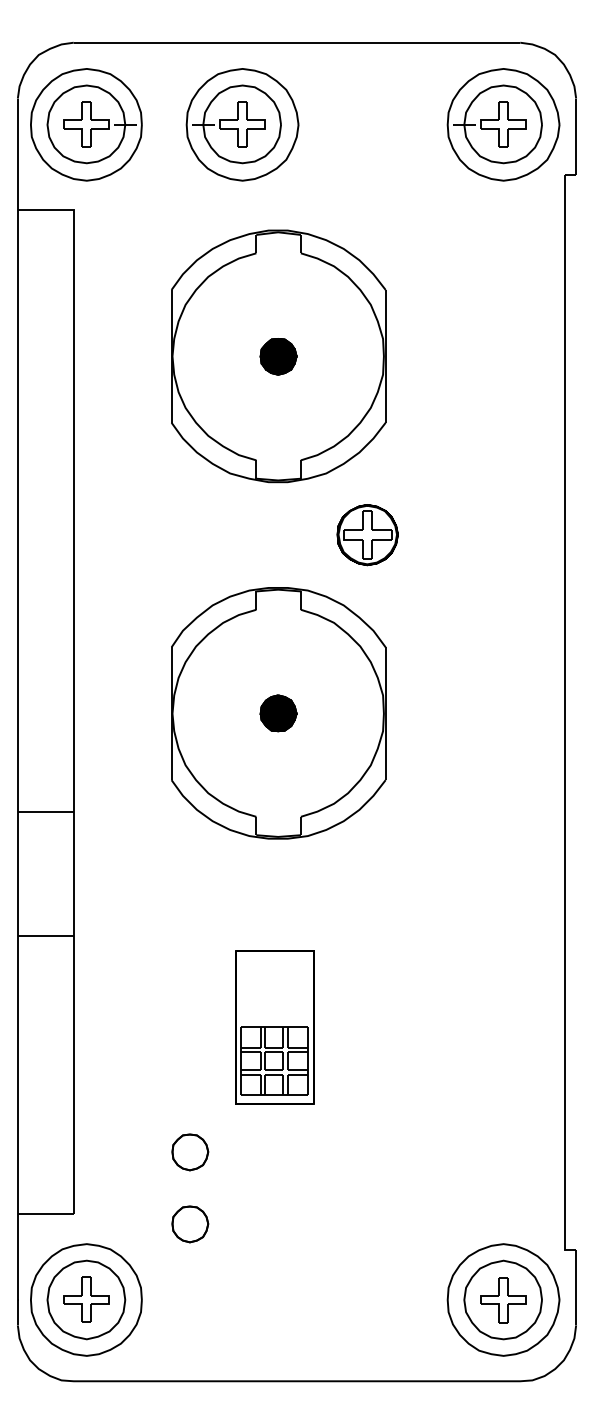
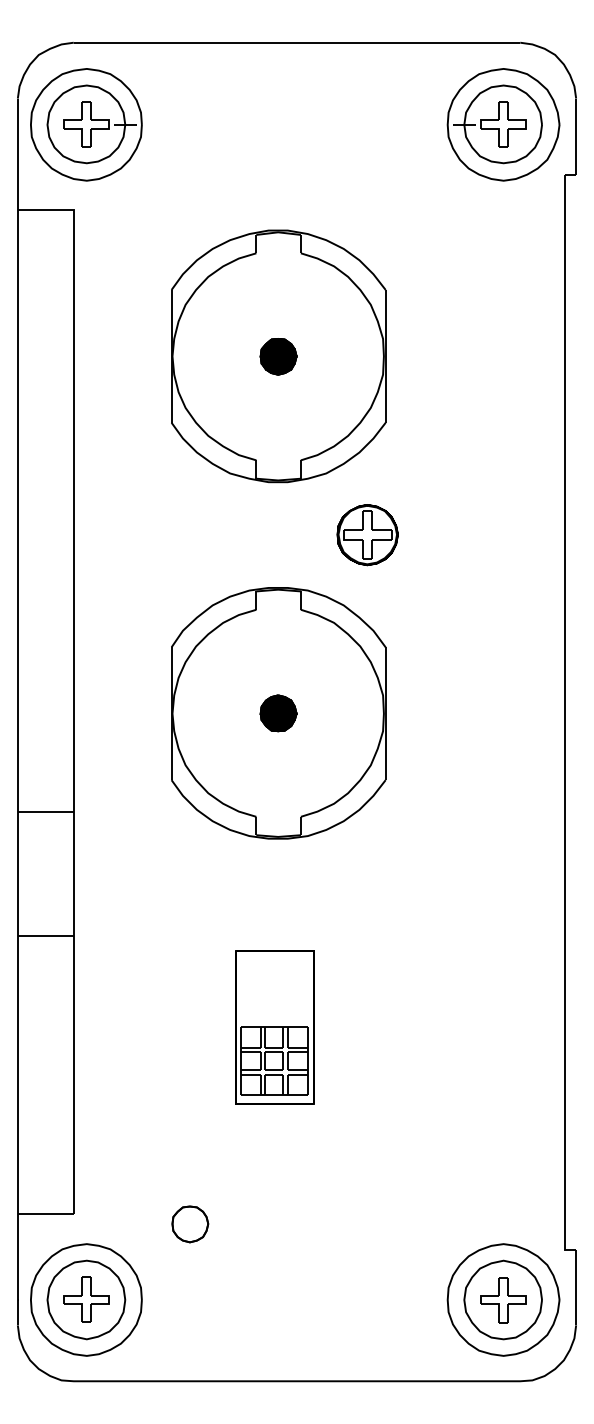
part at (242, 124): present -> none
part at (190, 1152): present -> none
